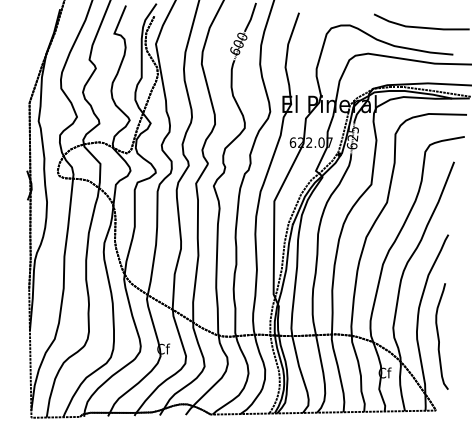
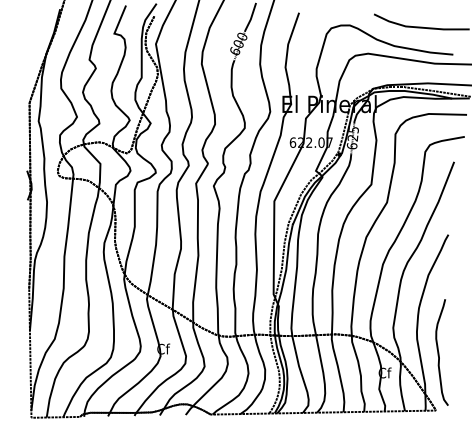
curve at (439, 336) position: (439, 336) -> (439, 352)
